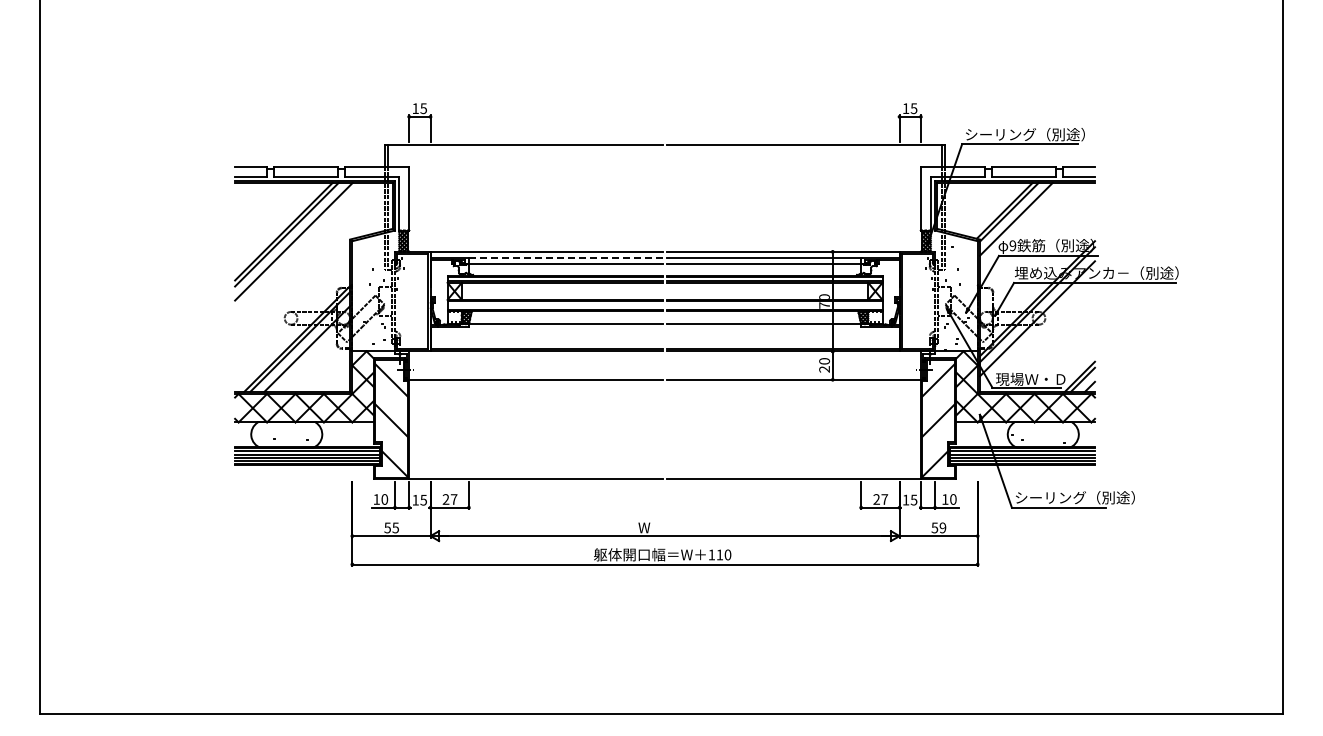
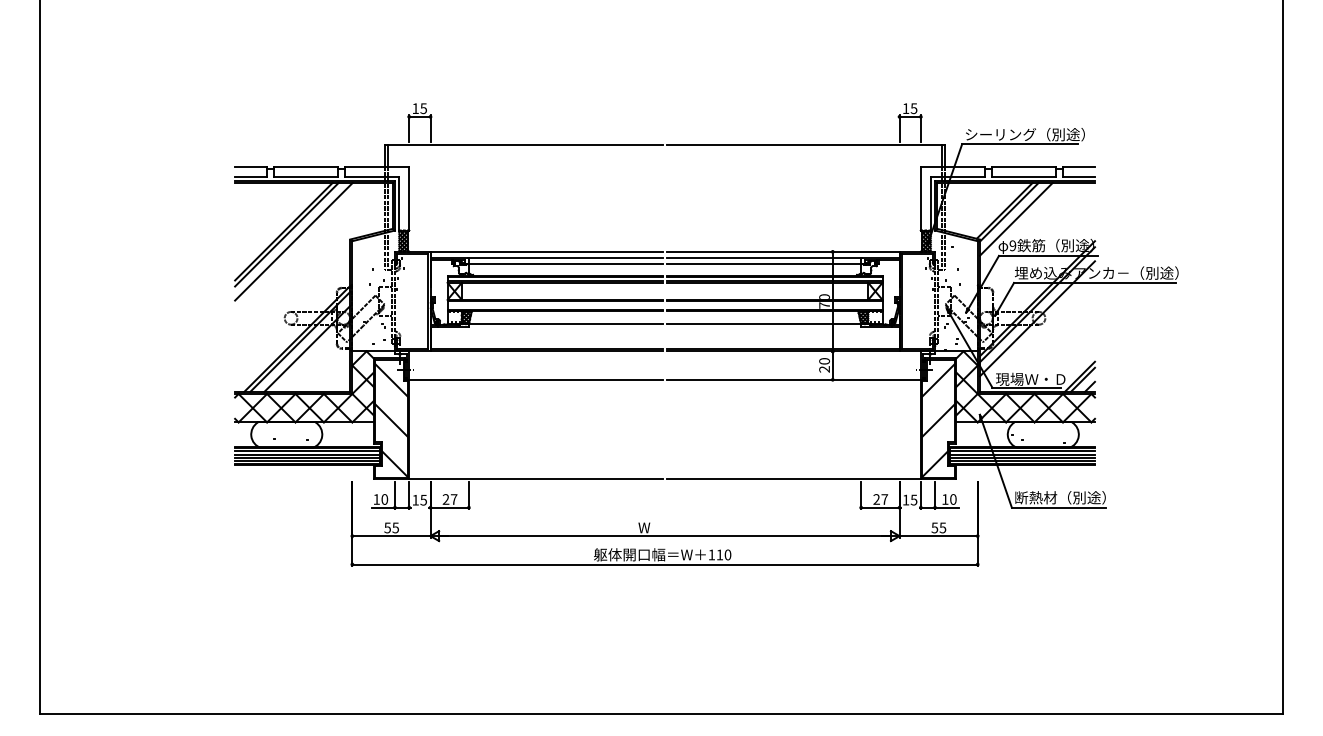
line at (565, 257): dashed -> solid
text at (1074, 497): シーリング（別途） -> 断熱材（別途）
text at (942, 527): 59 -> 55
